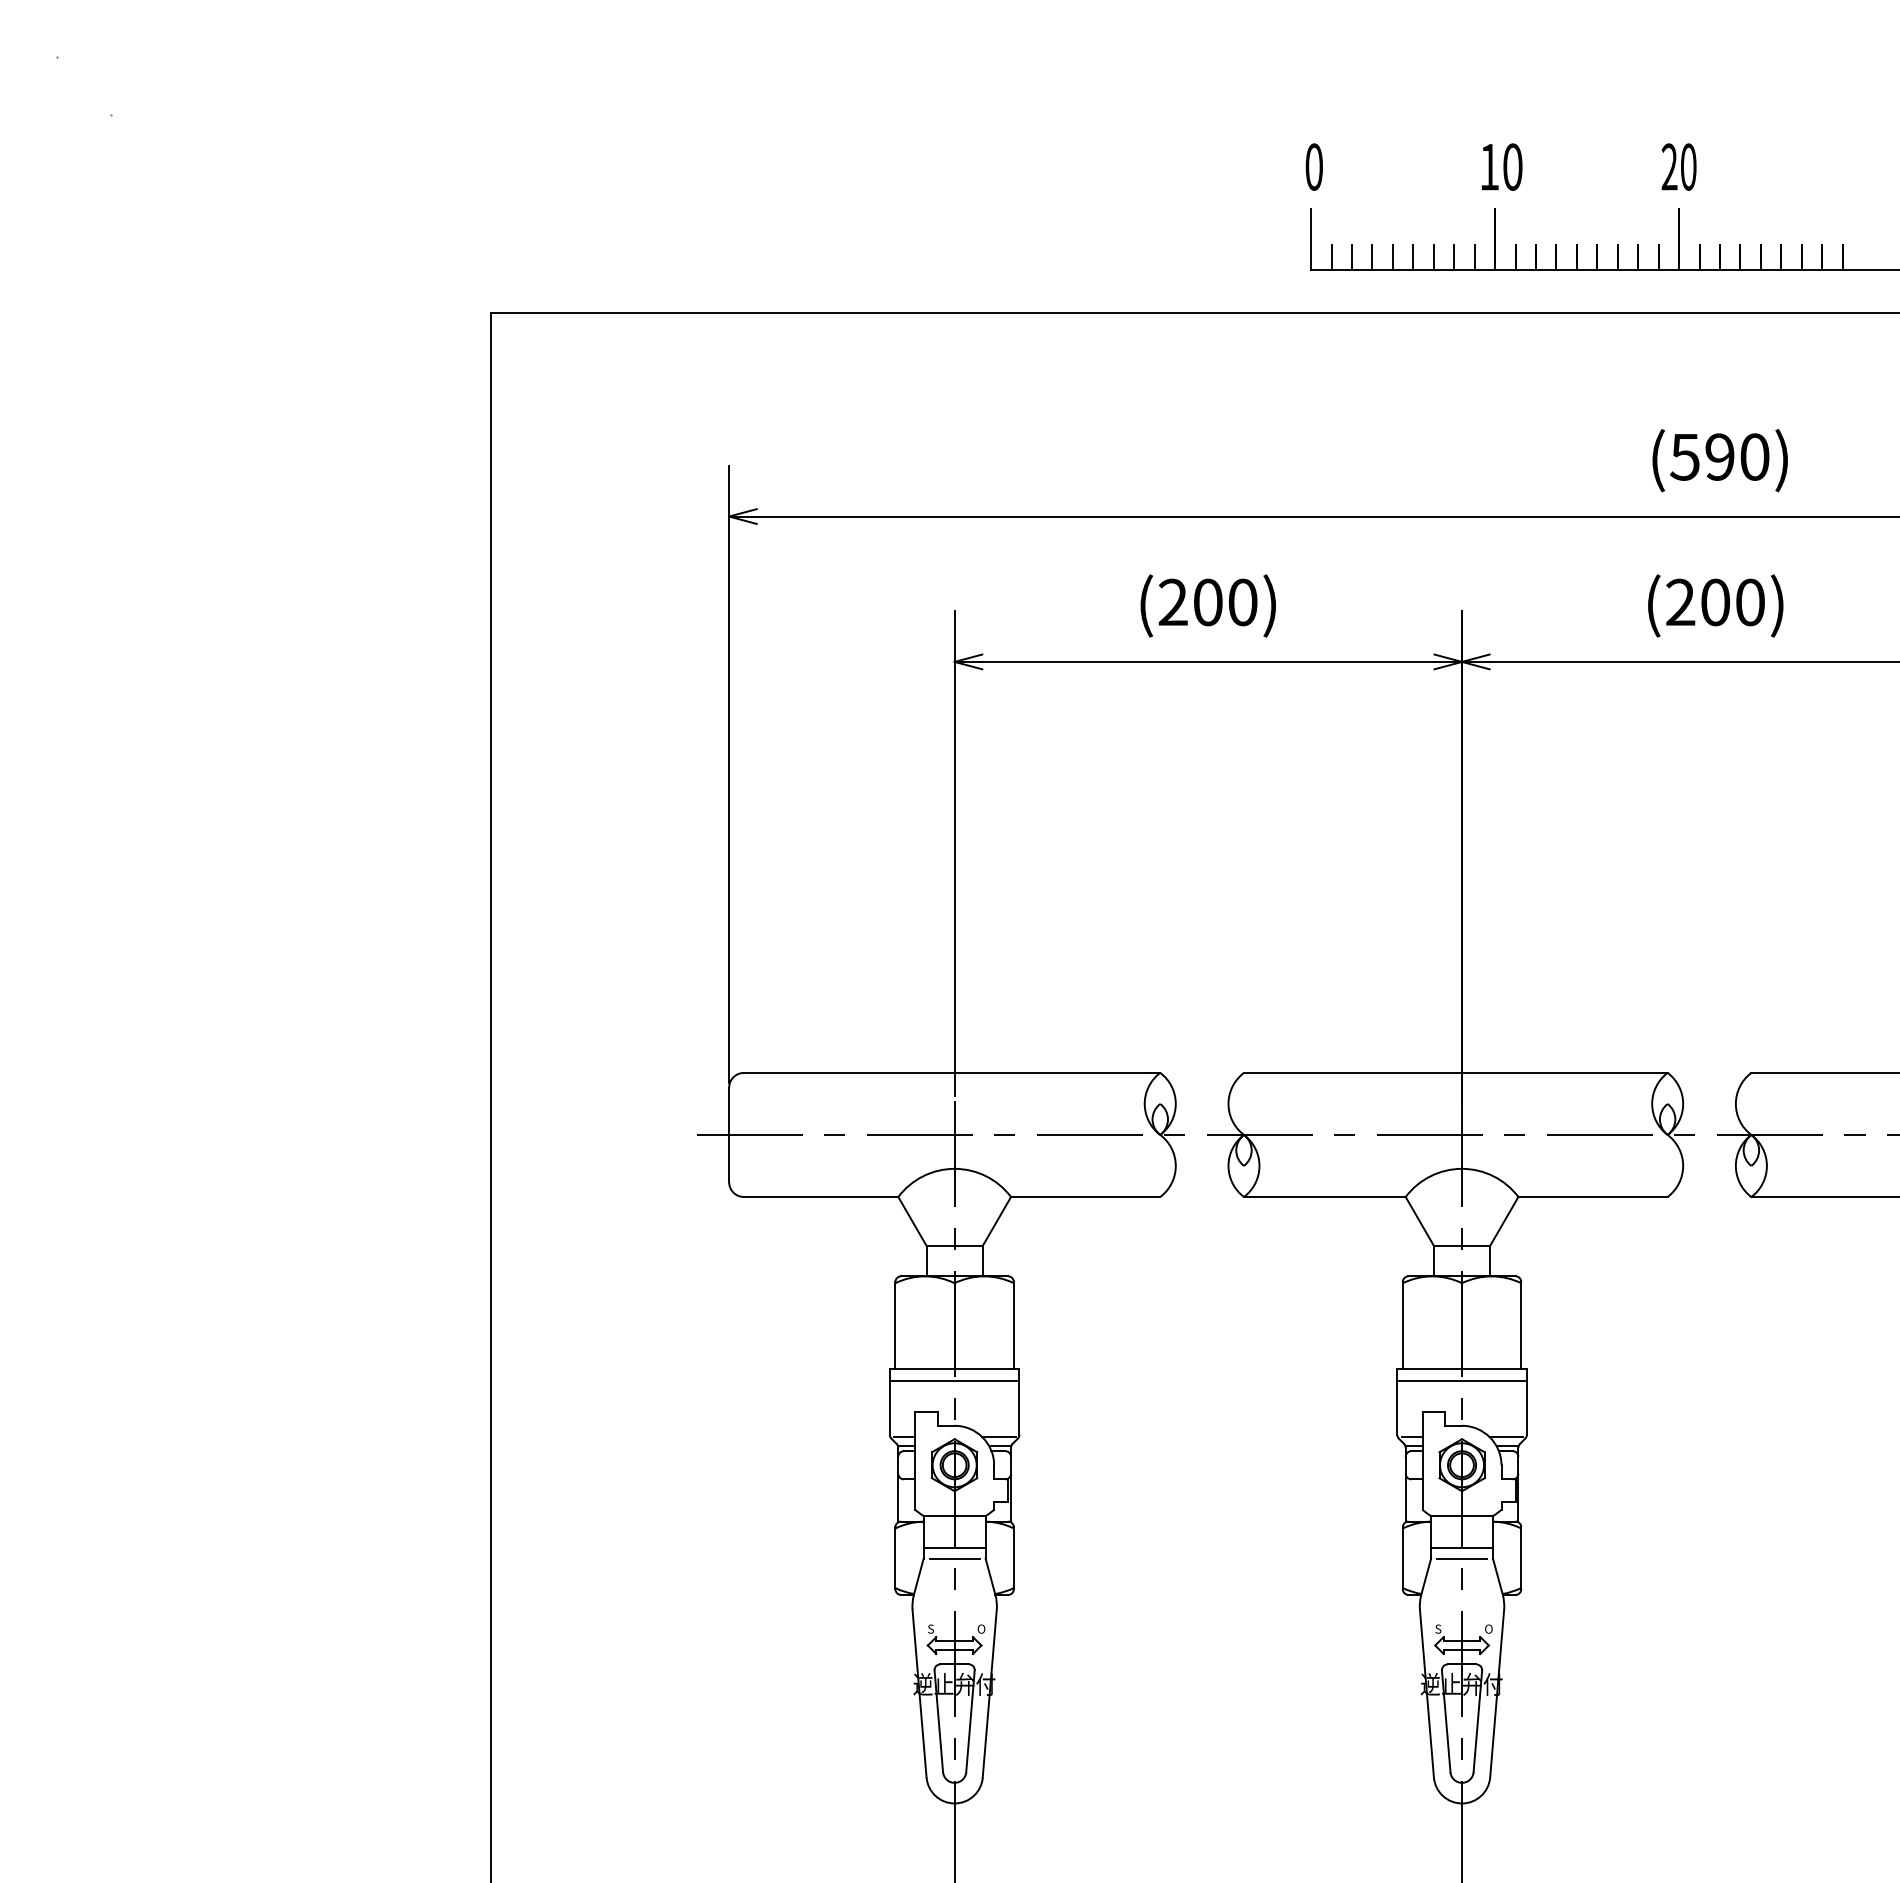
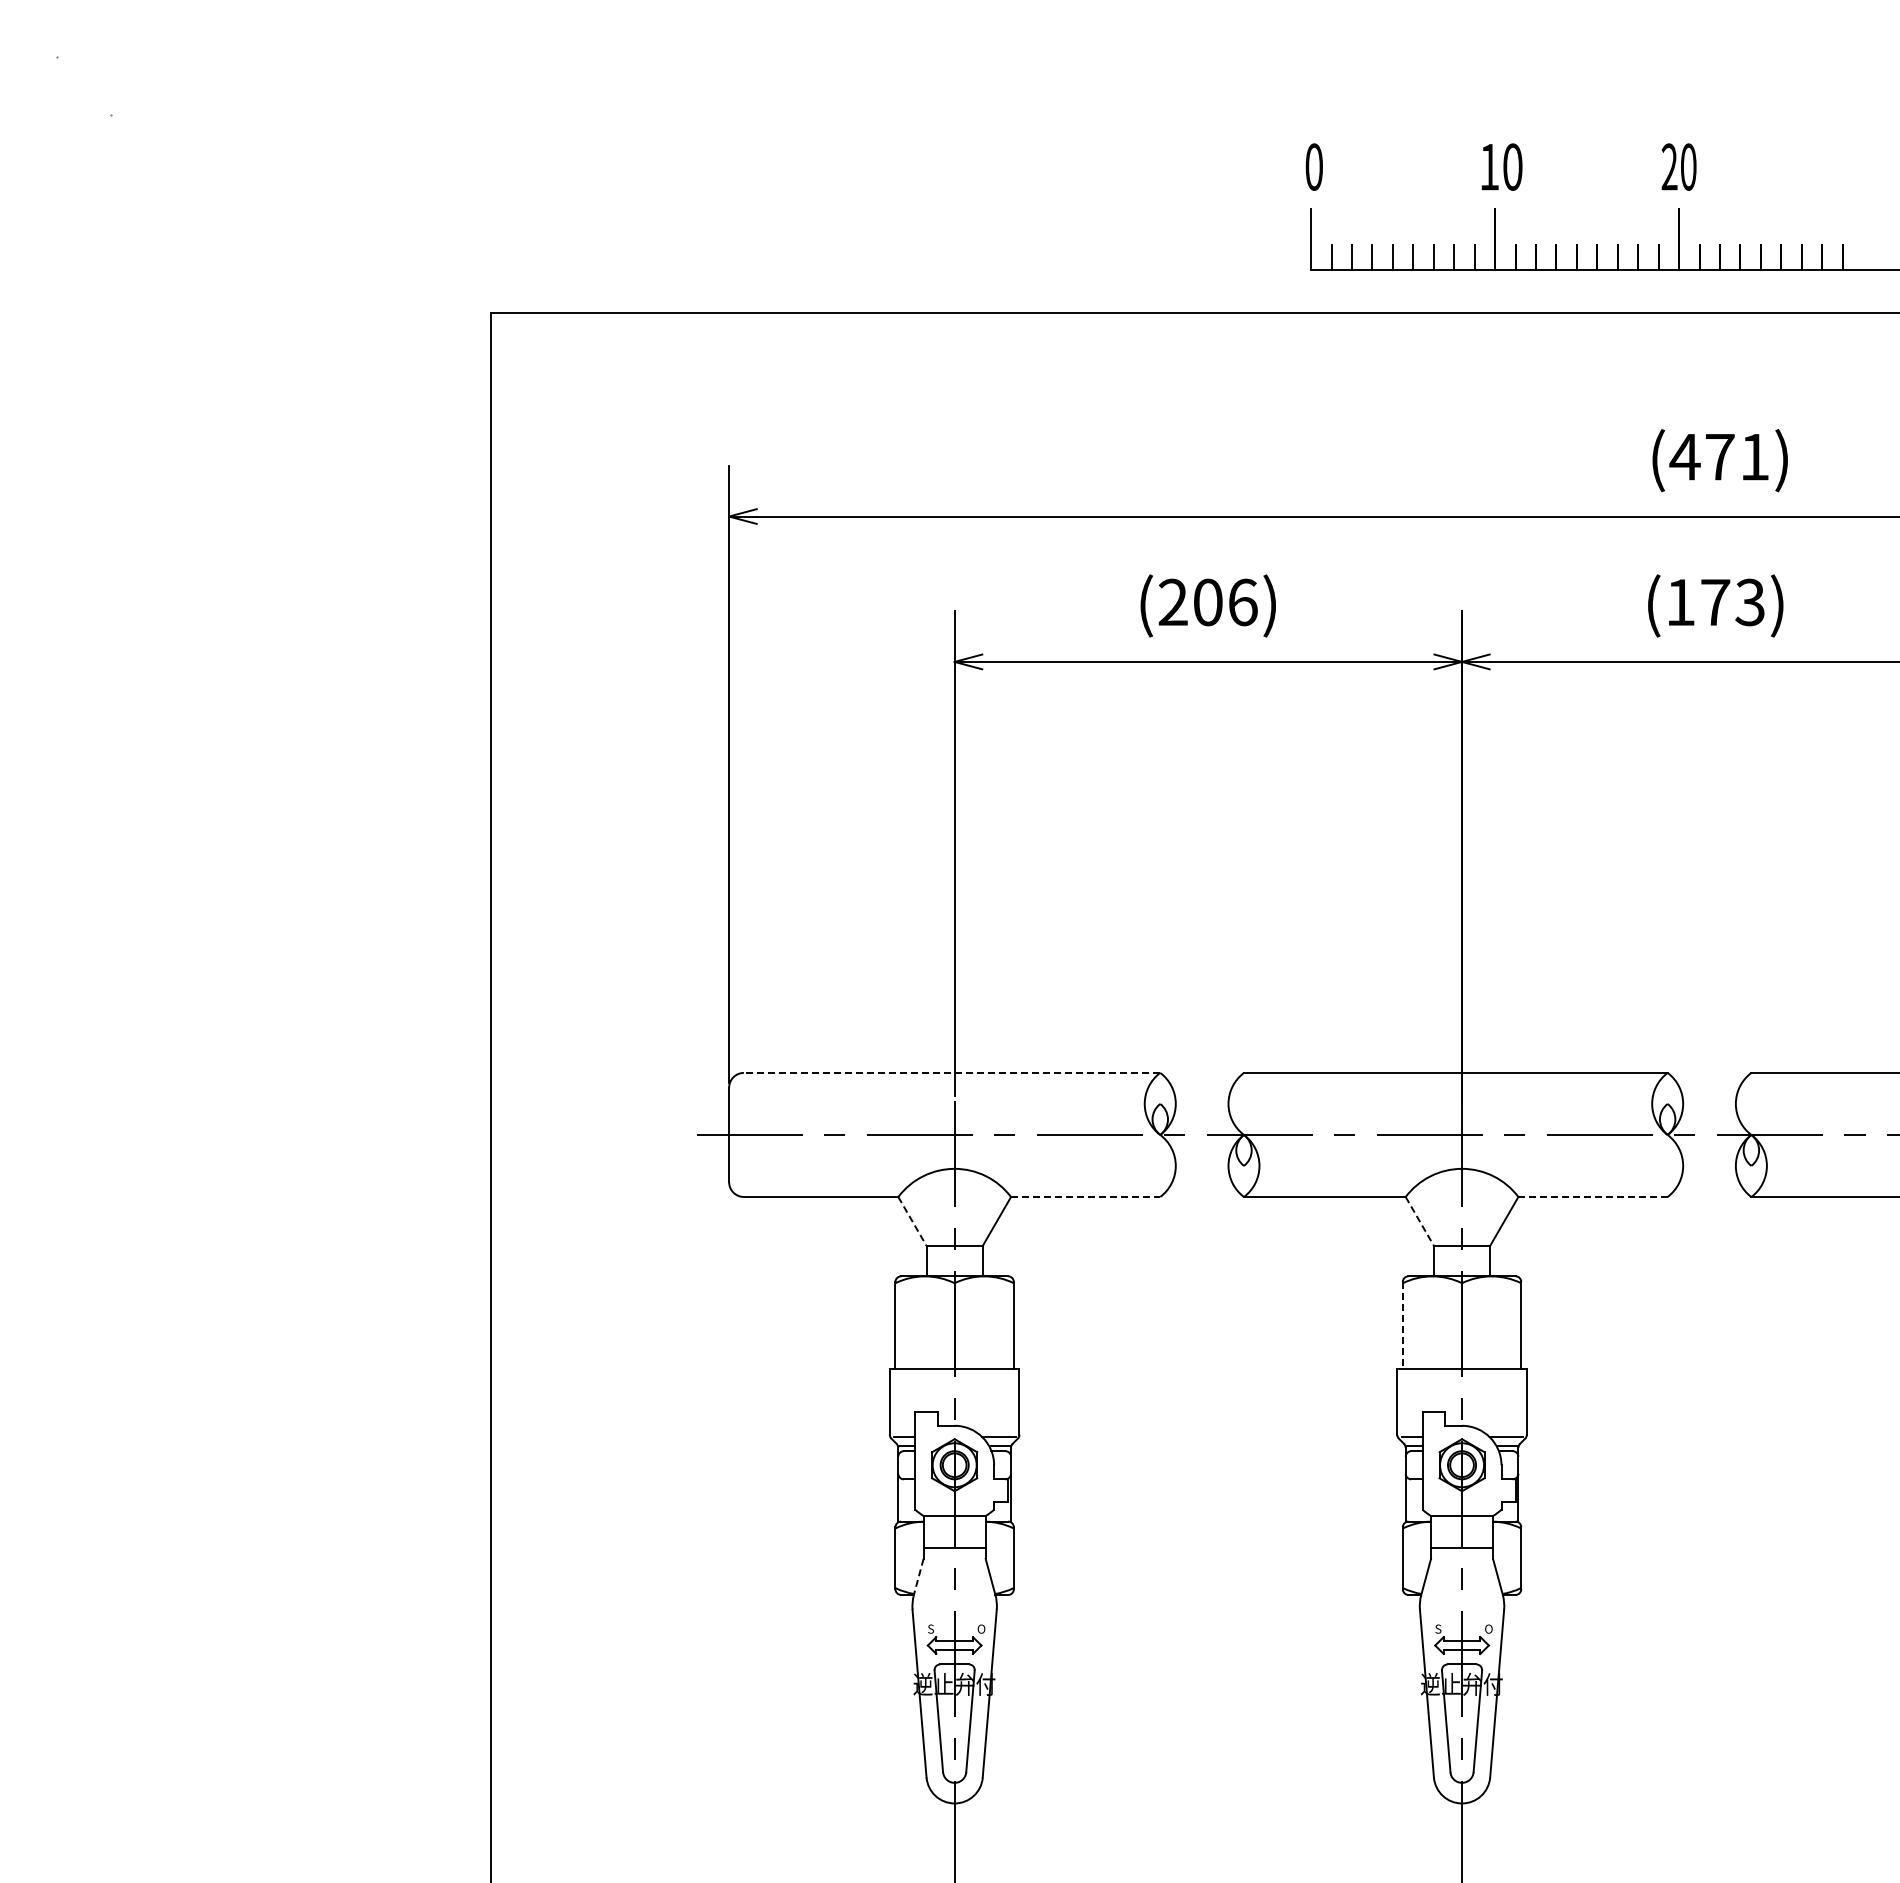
text at (1719, 456): (590) -> (471)
text at (1242, 602): (200) -> (206)
text at (1715, 602): (200) -> (173)
line at (951, 1072): solid -> dashed
line at (1085, 1196): solid -> dashed
line at (1593, 1196): solid -> dashed
line at (912, 1221): solid -> dashed
line at (1420, 1221): solid -> dashed
line at (1402, 1325): solid -> dashed
line at (954, 1380): present -> none
line at (1461, 1380): present -> none
line at (954, 1558): present -> none
line at (1462, 1558): present -> none
line at (918, 1576): solid -> dashed
